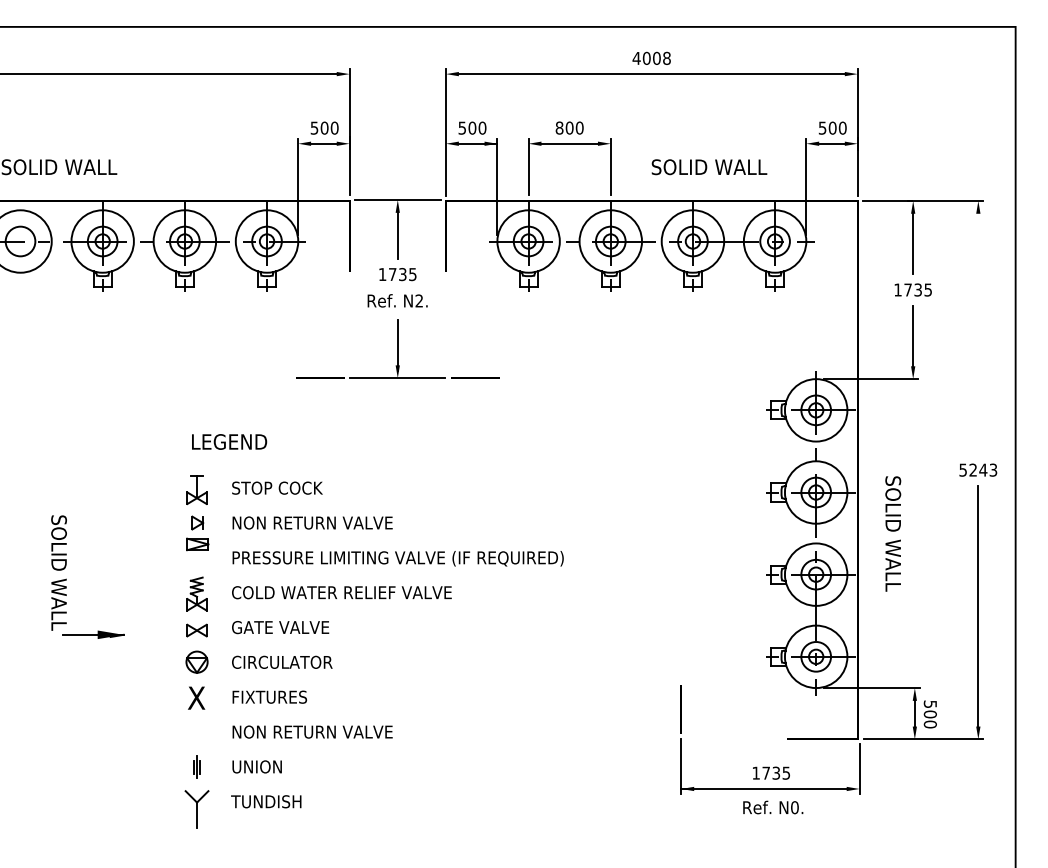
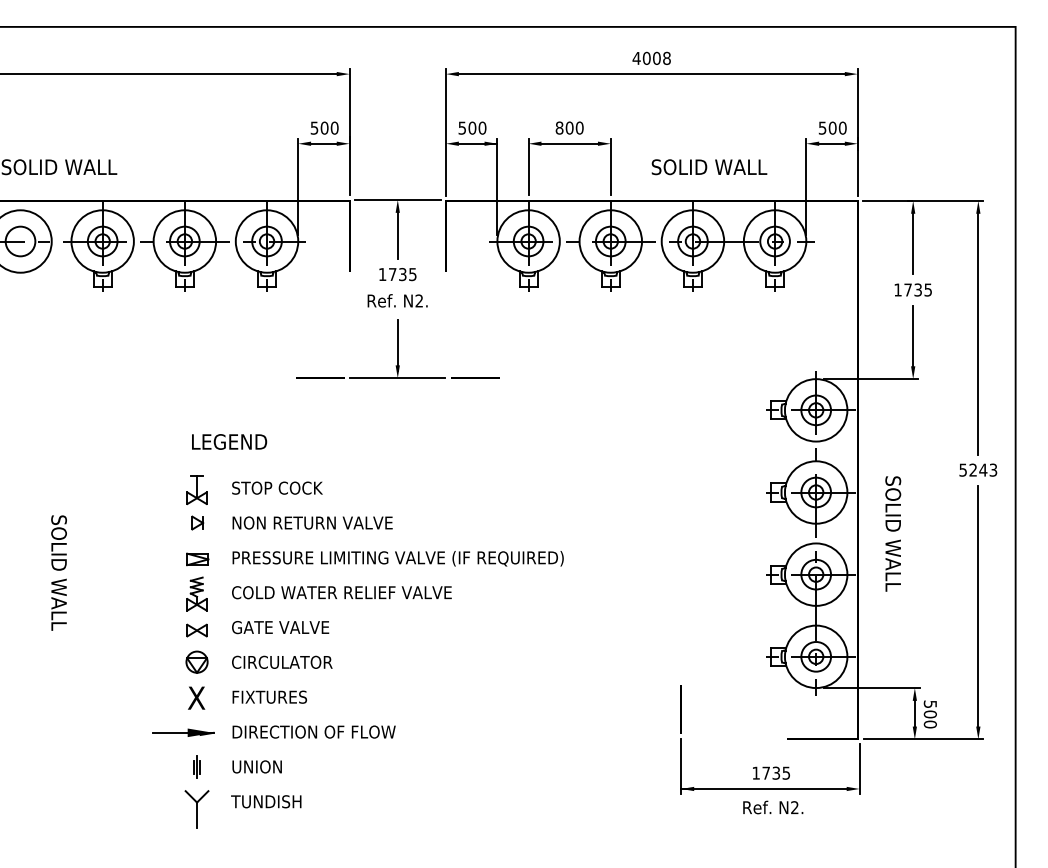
line at (978, 333): none -> present
part at (197, 544) position: (197, 544) -> (197, 559)
part at (93, 634) position: (93, 634) -> (183, 732)
text at (314, 731): NON RETURN VALVE -> DIRECTION OF FLOW
text at (794, 807): N0. -> N2.
